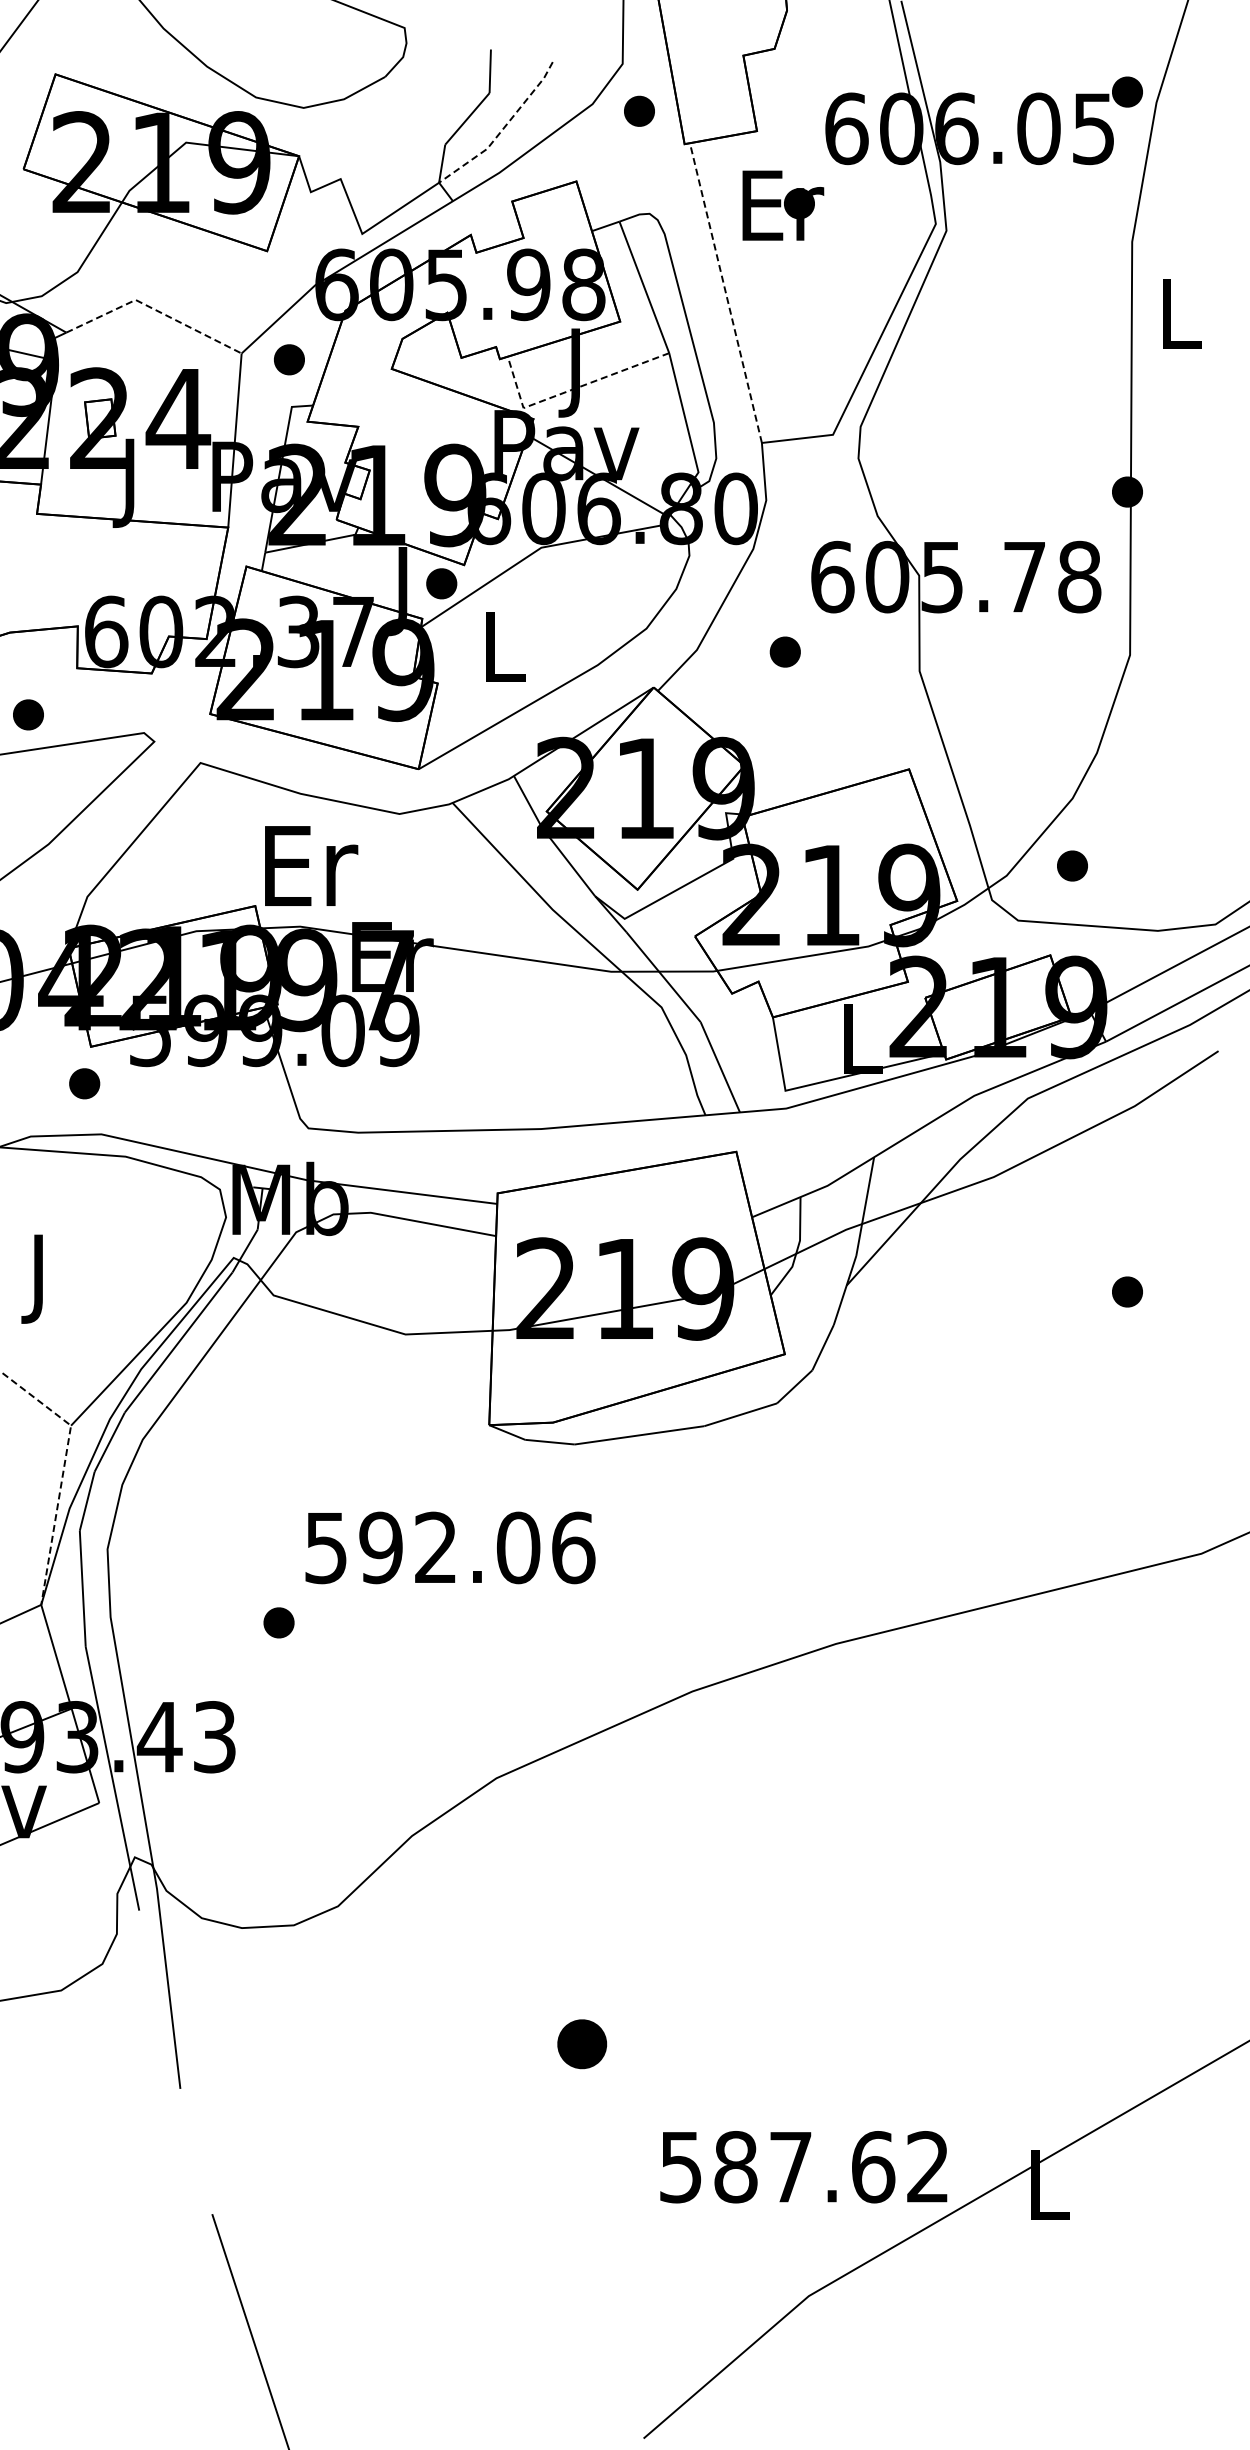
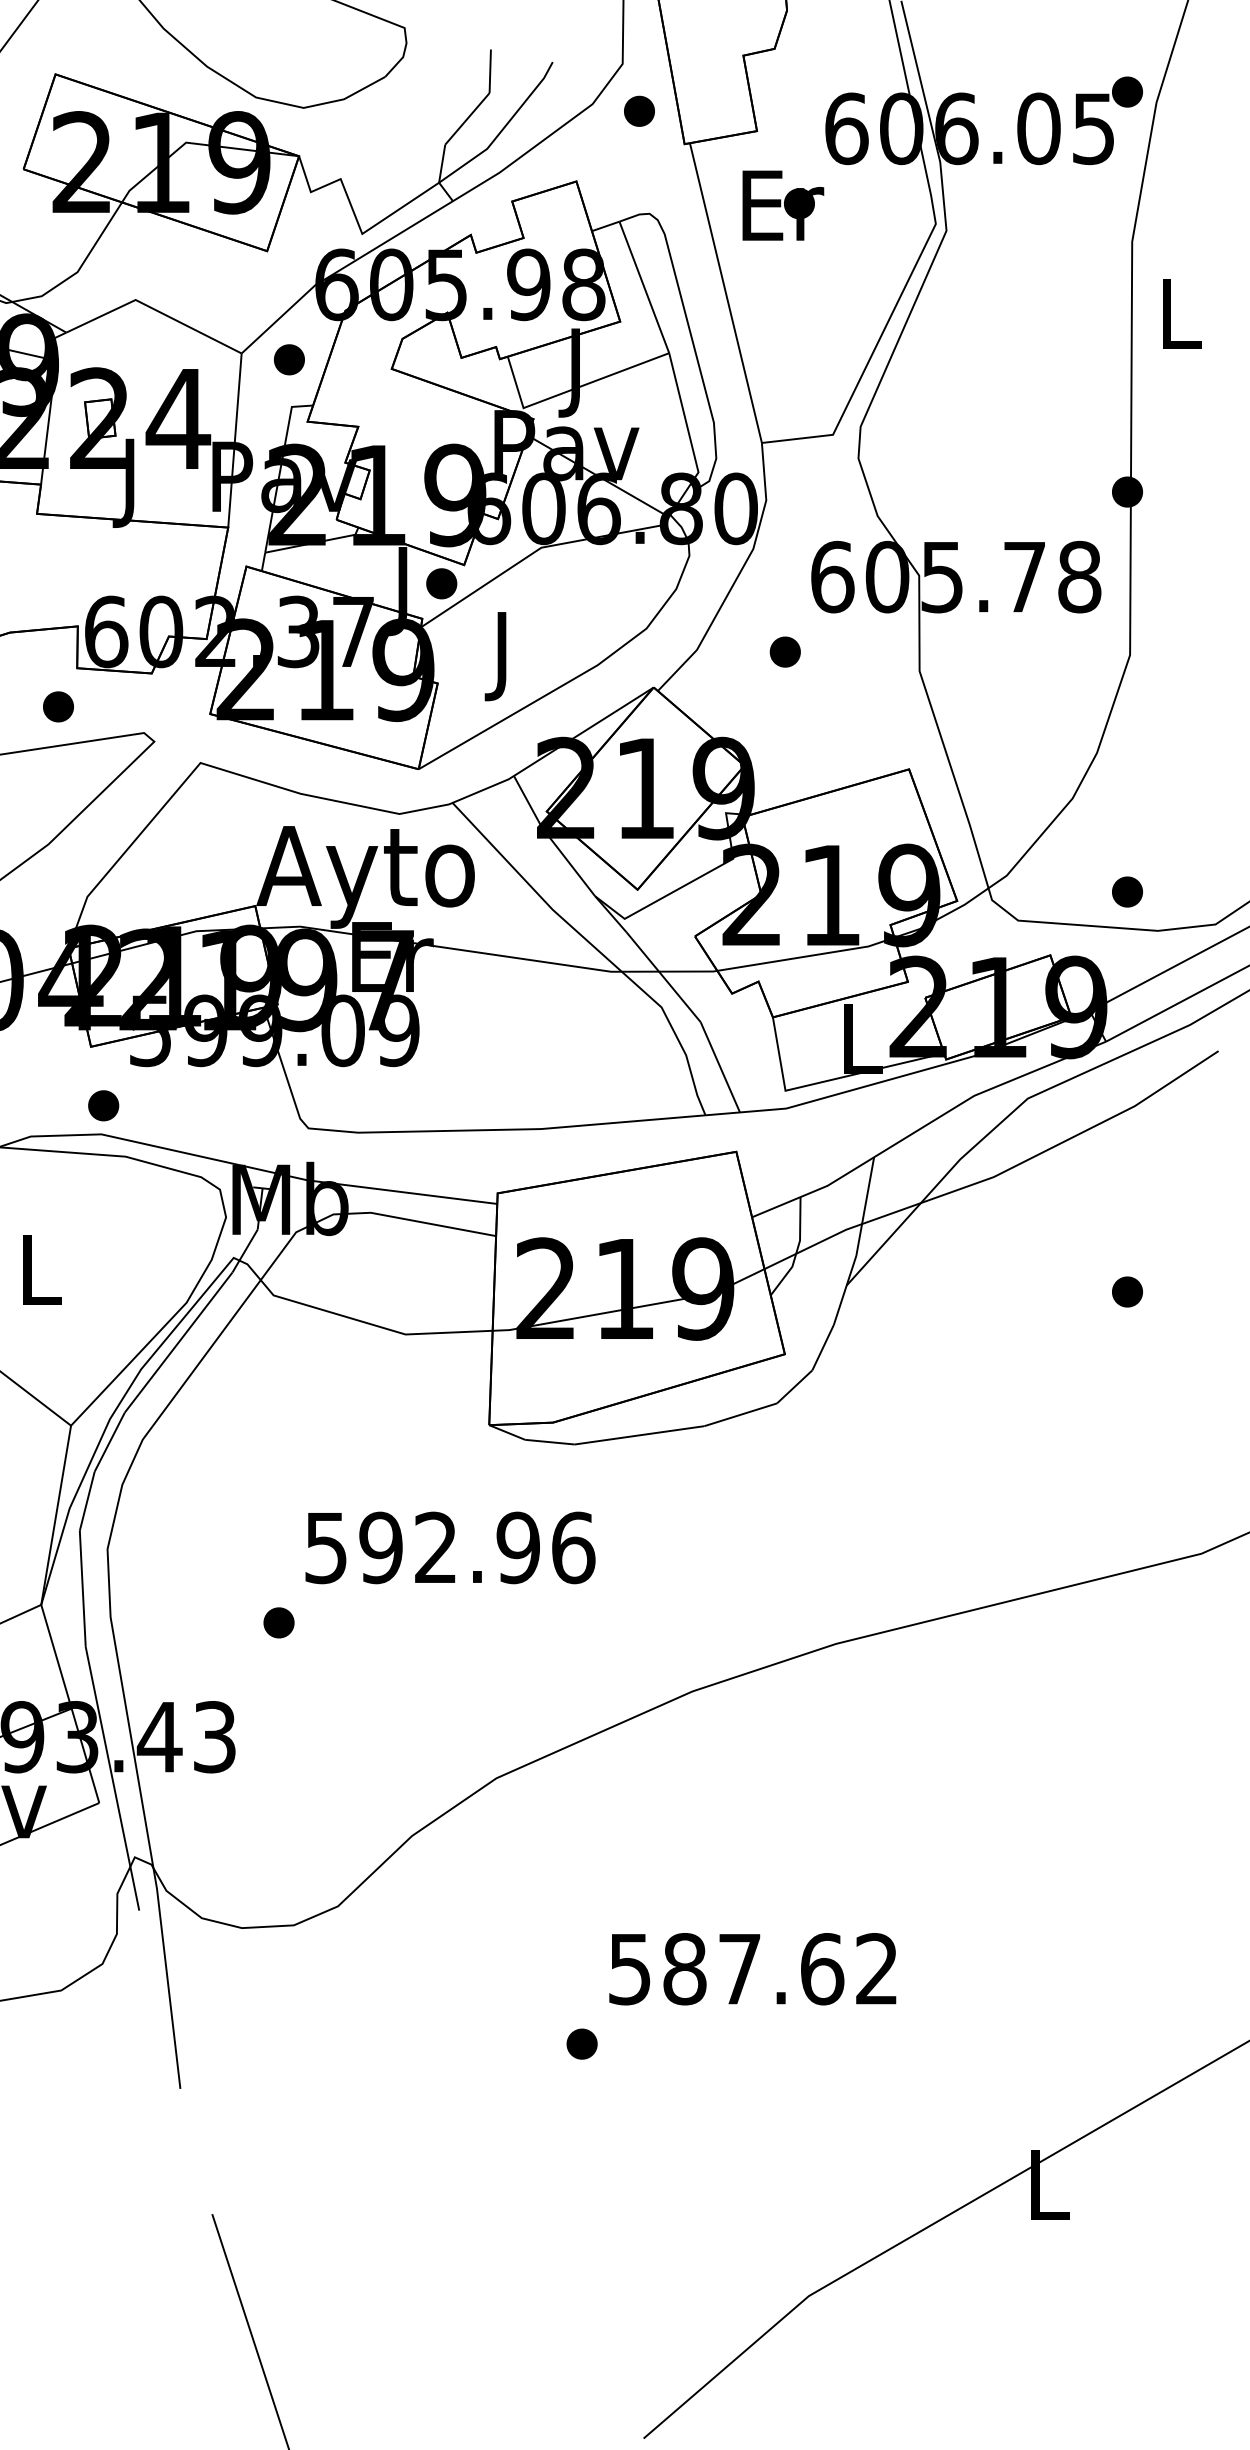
line at (502, 129): dashed -> solid
line at (725, 292): dashed -> solid
line at (154, 309): dashed -> solid
line at (570, 390): dashed -> solid
text at (504, 656): L -> J
part at (28, 714) position: (28, 714) -> (58, 706)
part at (1072, 865) position: (1072, 865) -> (1127, 891)
text at (365, 877): Er -> Ayto
part at (84, 1083) position: (84, 1083) -> (103, 1105)
text at (41, 1278): J -> L
line at (63, 1470): dashed -> solid
text at (518, 1547): 592.06 -> 592.96
part at (582, 2044) size: 51x51 px -> 32x32 px
text at (803, 2167) position: (803, 2167) -> (752, 1969)
